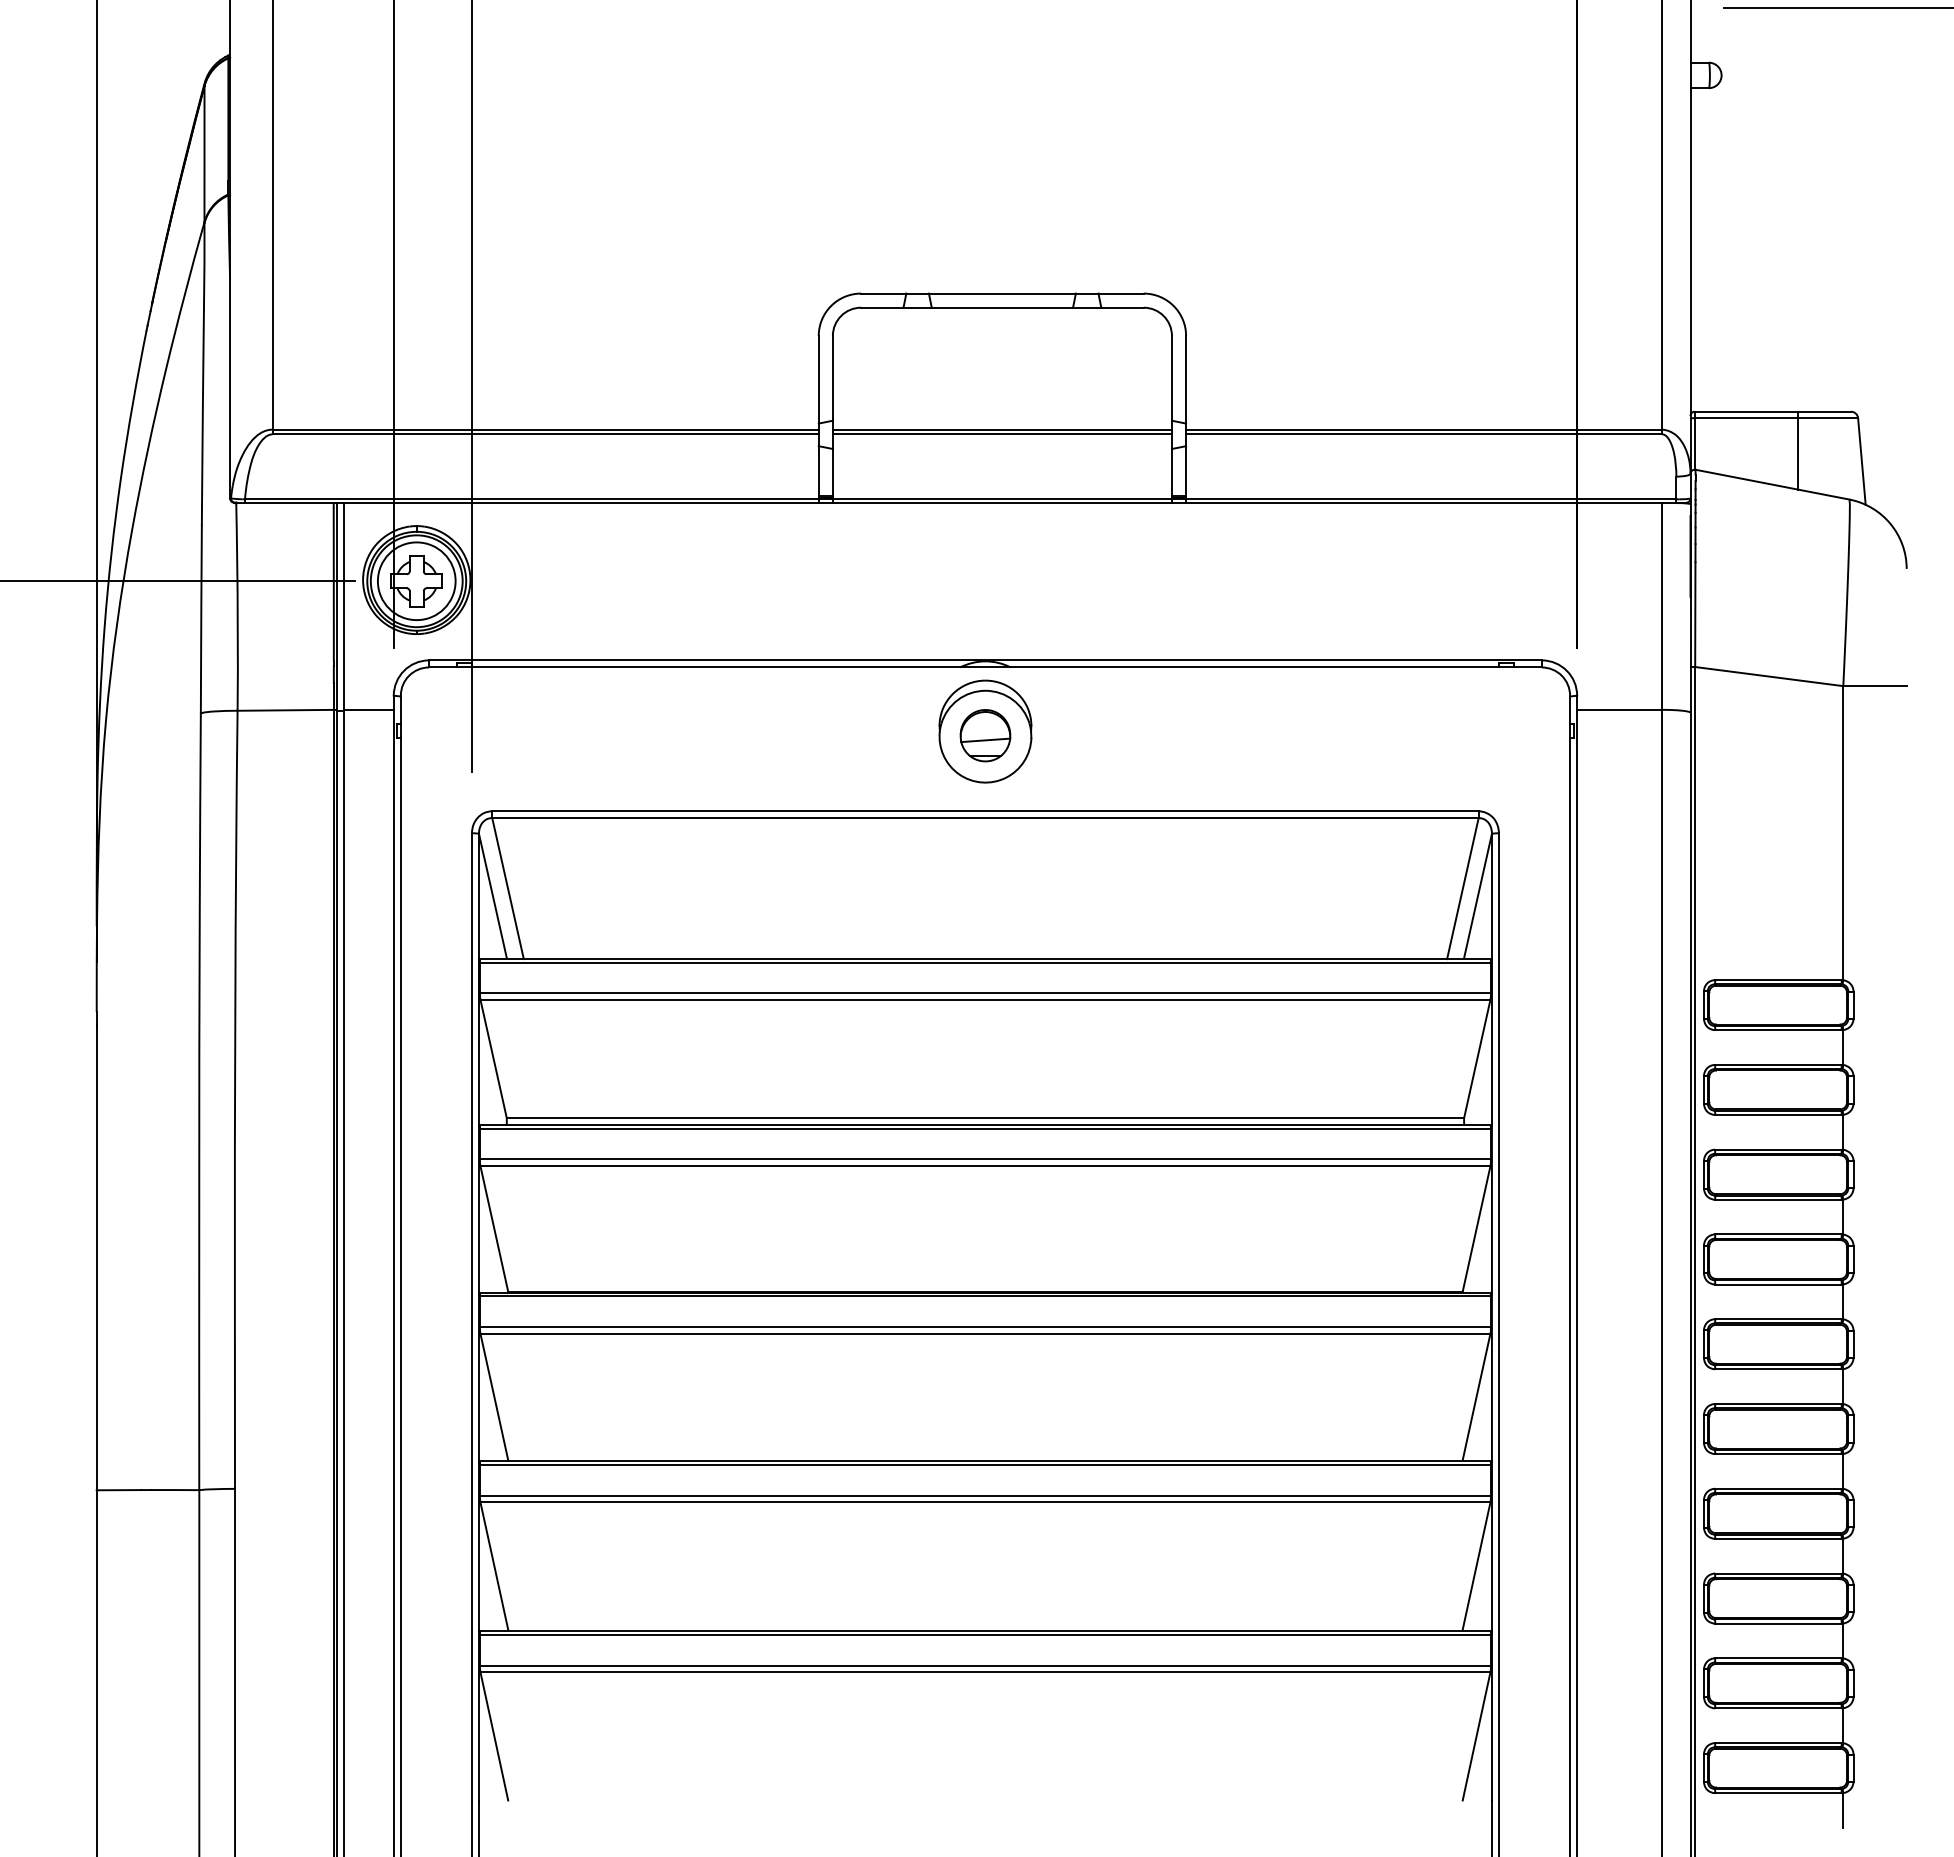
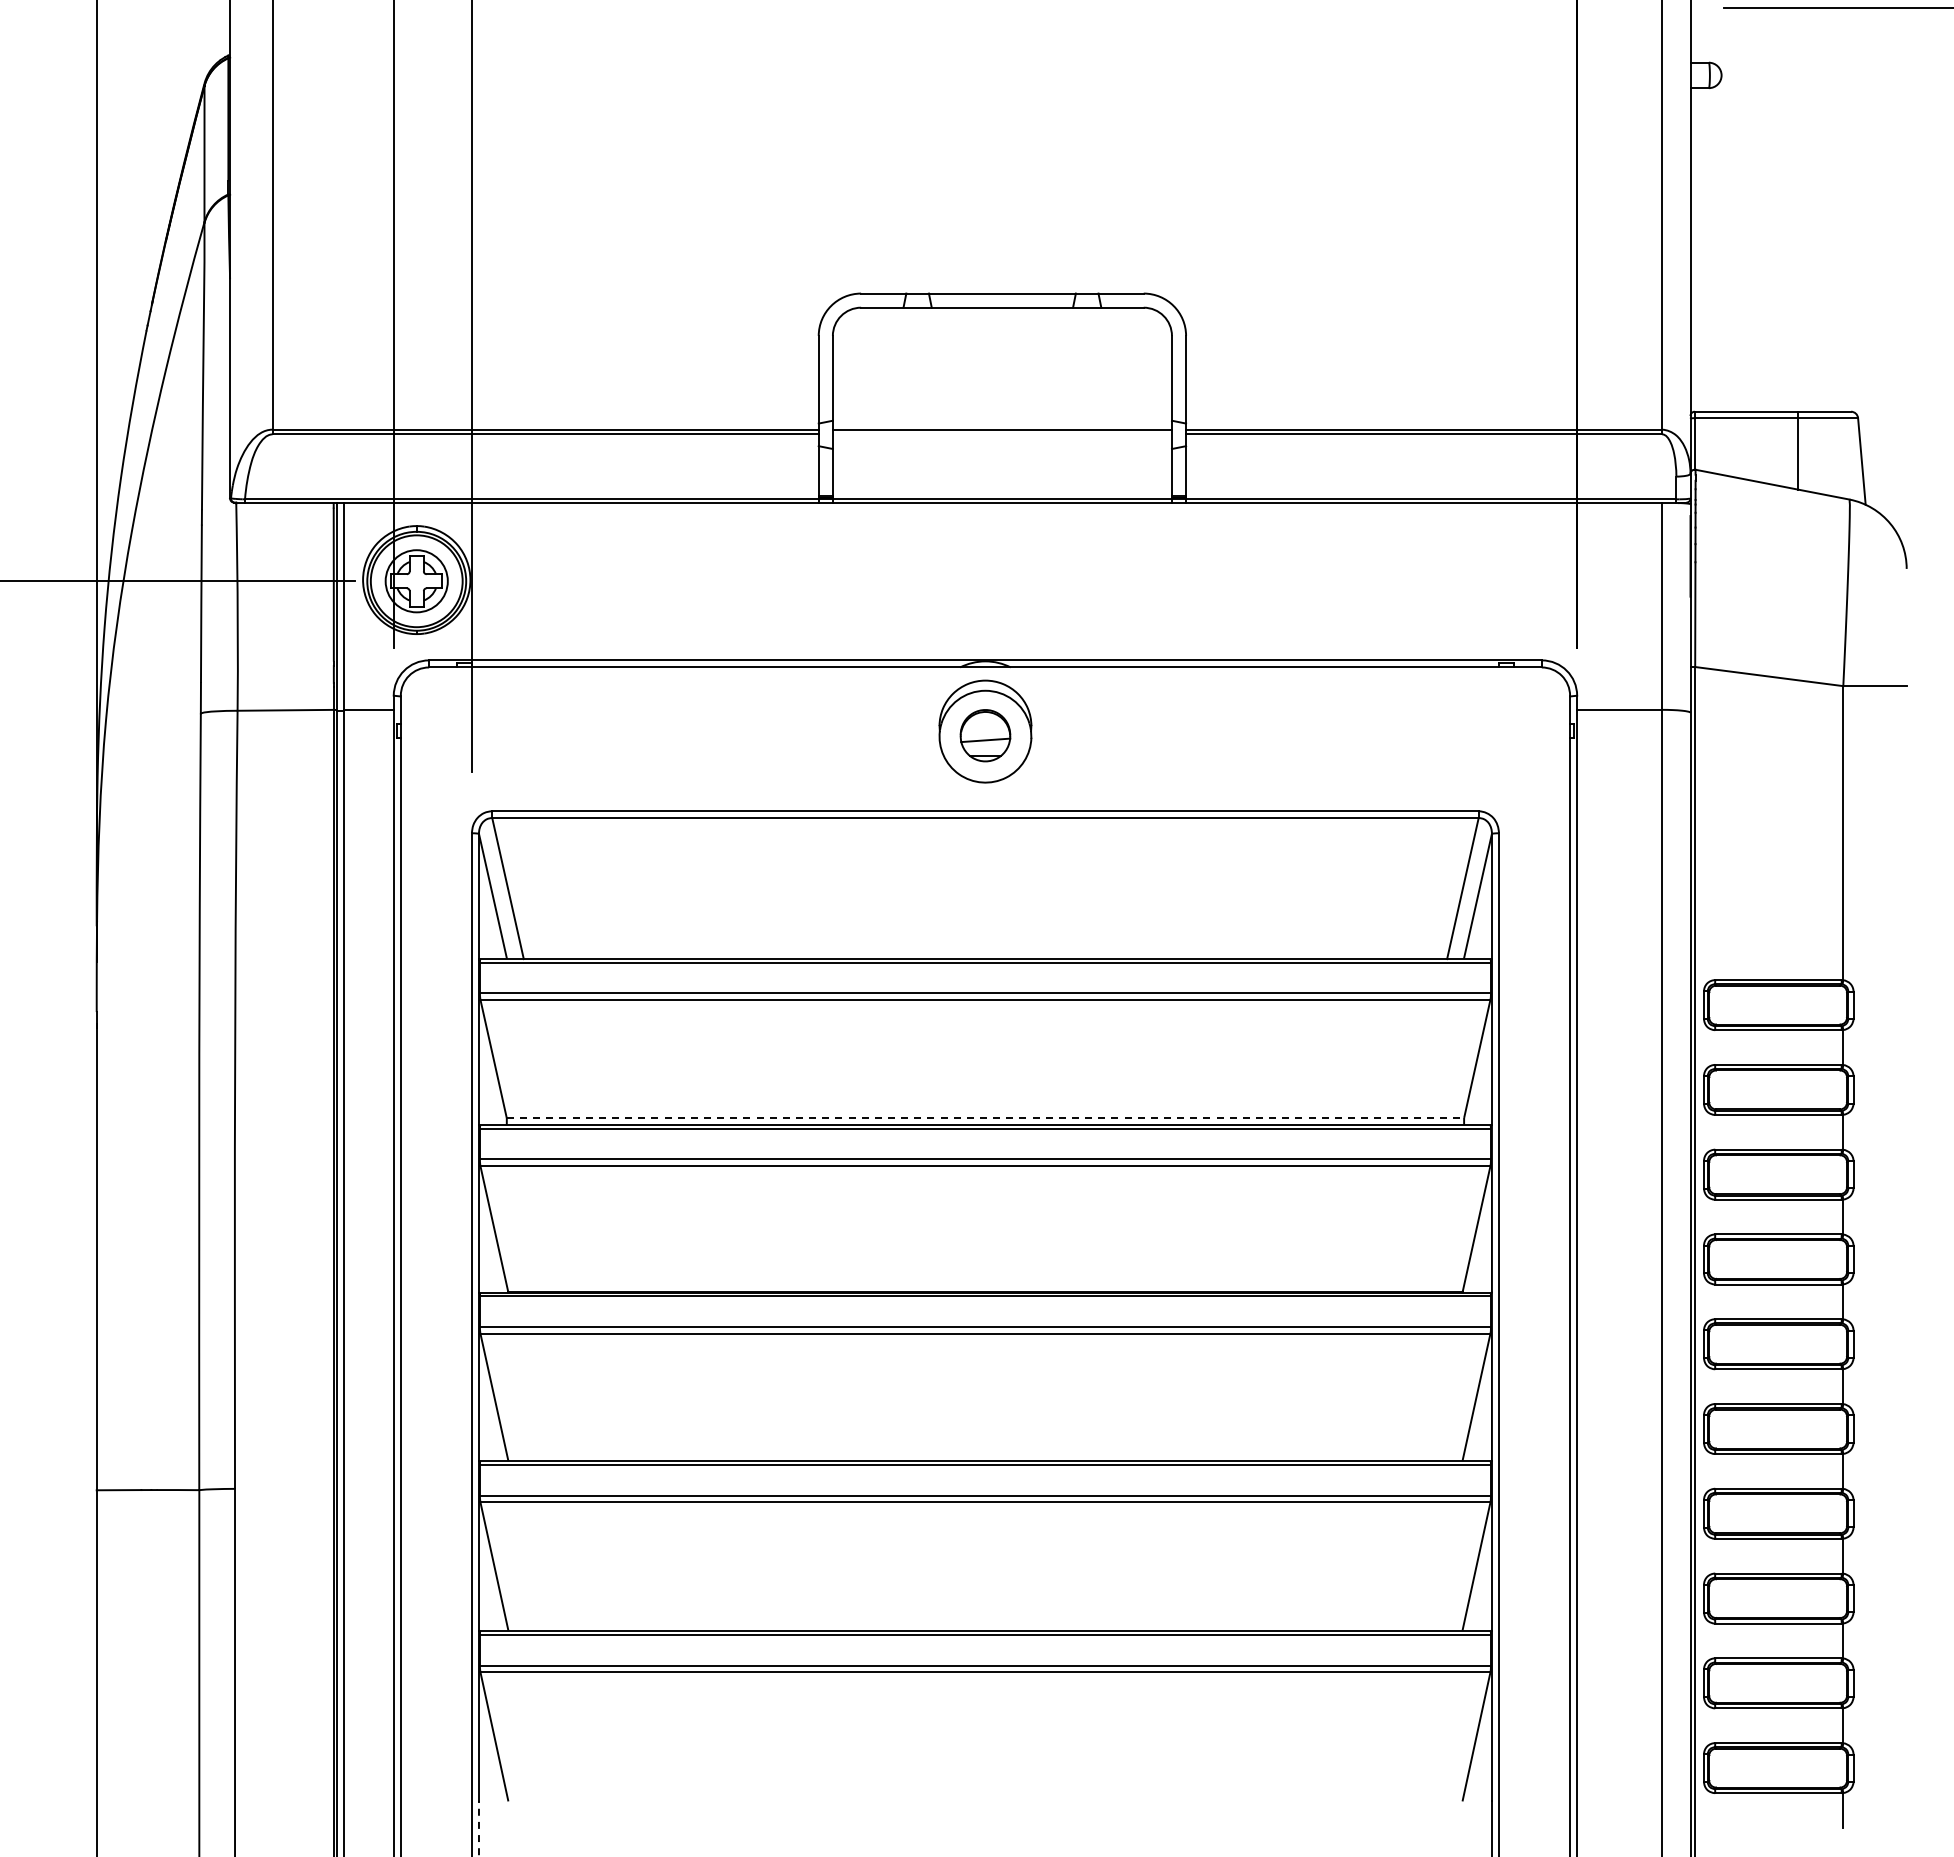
line at (1001, 434): present -> none
circle at (416, 581) diameter: 78 px -> 62 px
line at (985, 1117): solid -> dashed
line at (478, 1828): solid -> dashed
